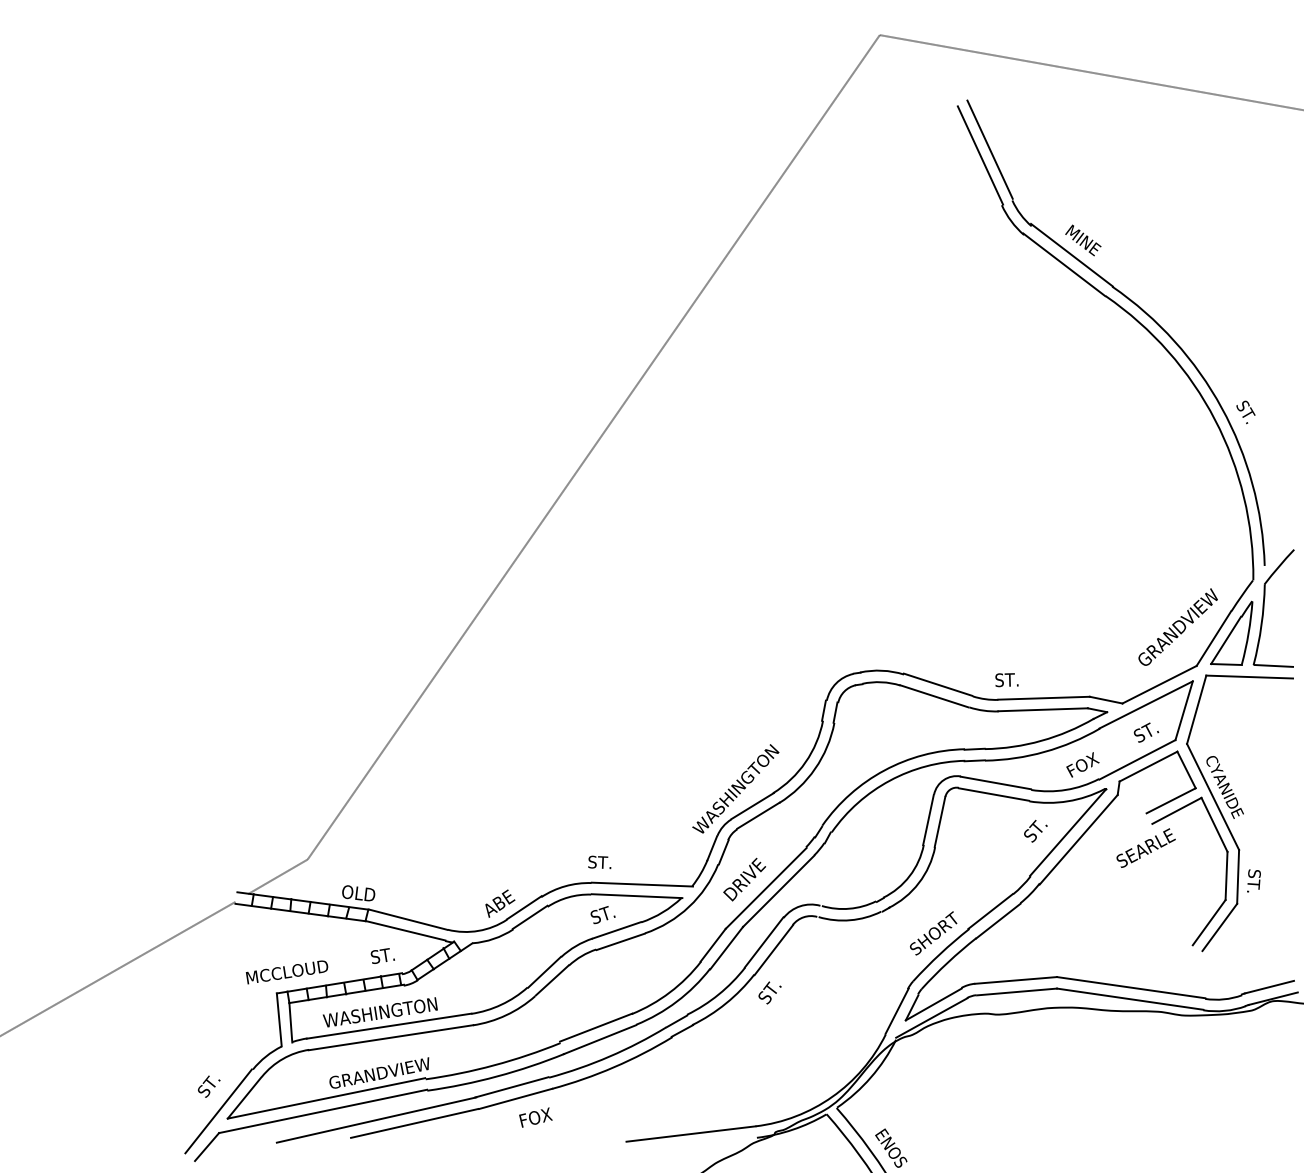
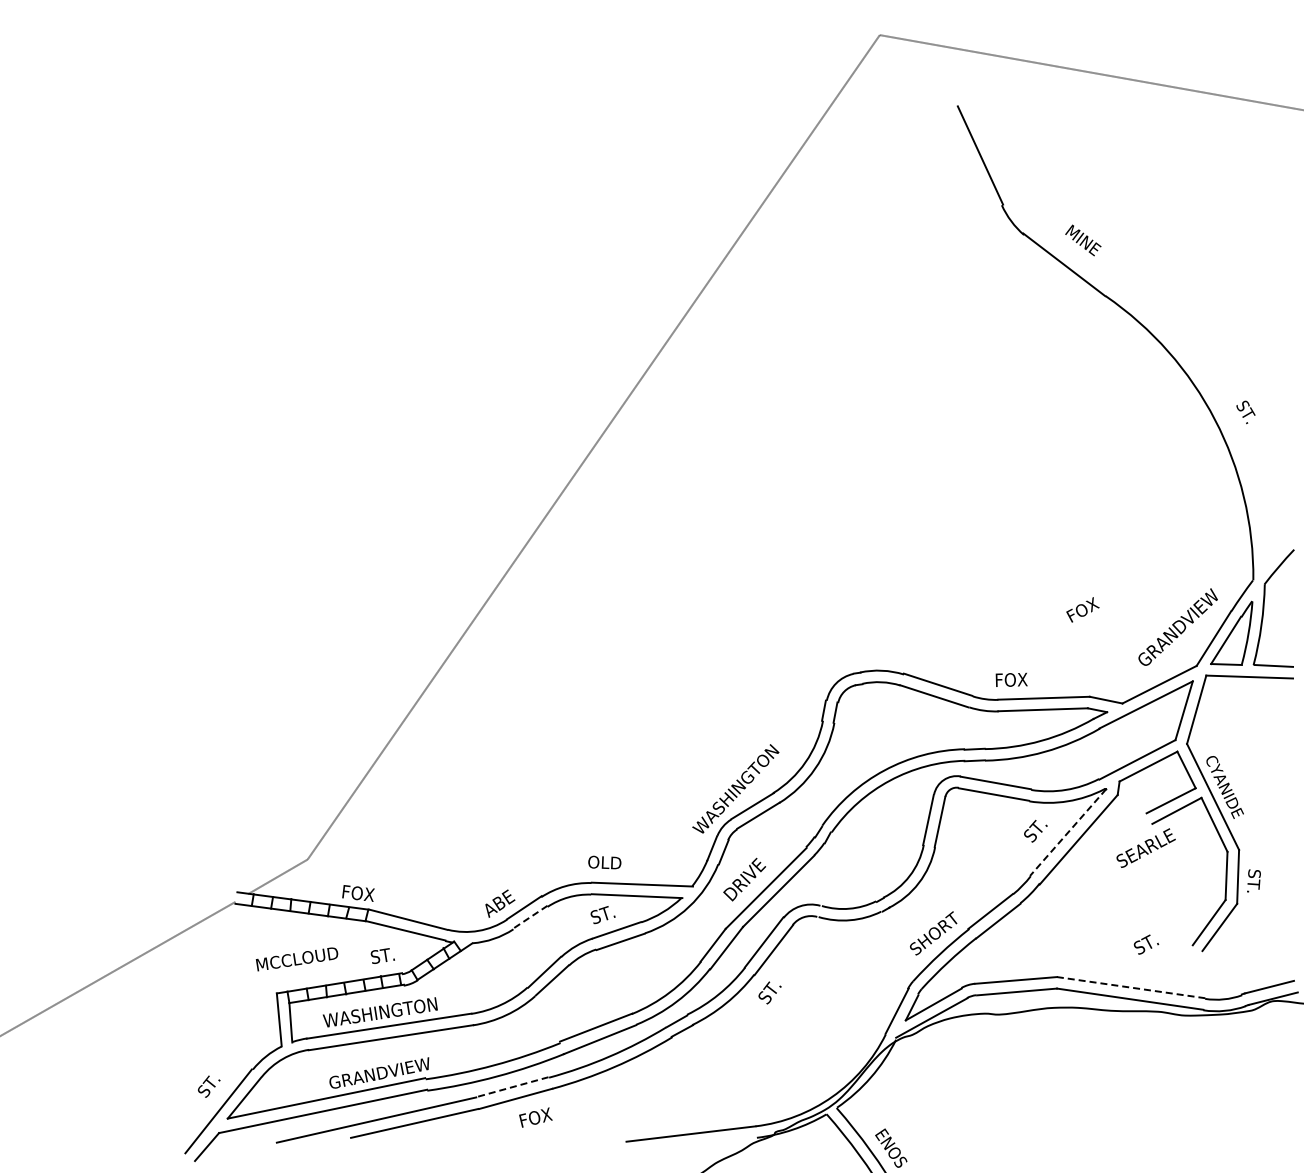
part at (1136, 306): present -> none
text at (1011, 679): ST. -> FOX
text at (1146, 732) position: (1146, 732) -> (1146, 944)
text at (1082, 764) position: (1082, 764) -> (1082, 609)
line at (1068, 832): solid -> dashed
text at (604, 862): ST. -> OLD
text at (358, 893): OLD -> FOX
line at (530, 917): solid -> dashed
text at (286, 972) position: (286, 972) -> (296, 959)
line at (1131, 987): solid -> dashed
line at (511, 1087): solid -> dashed
